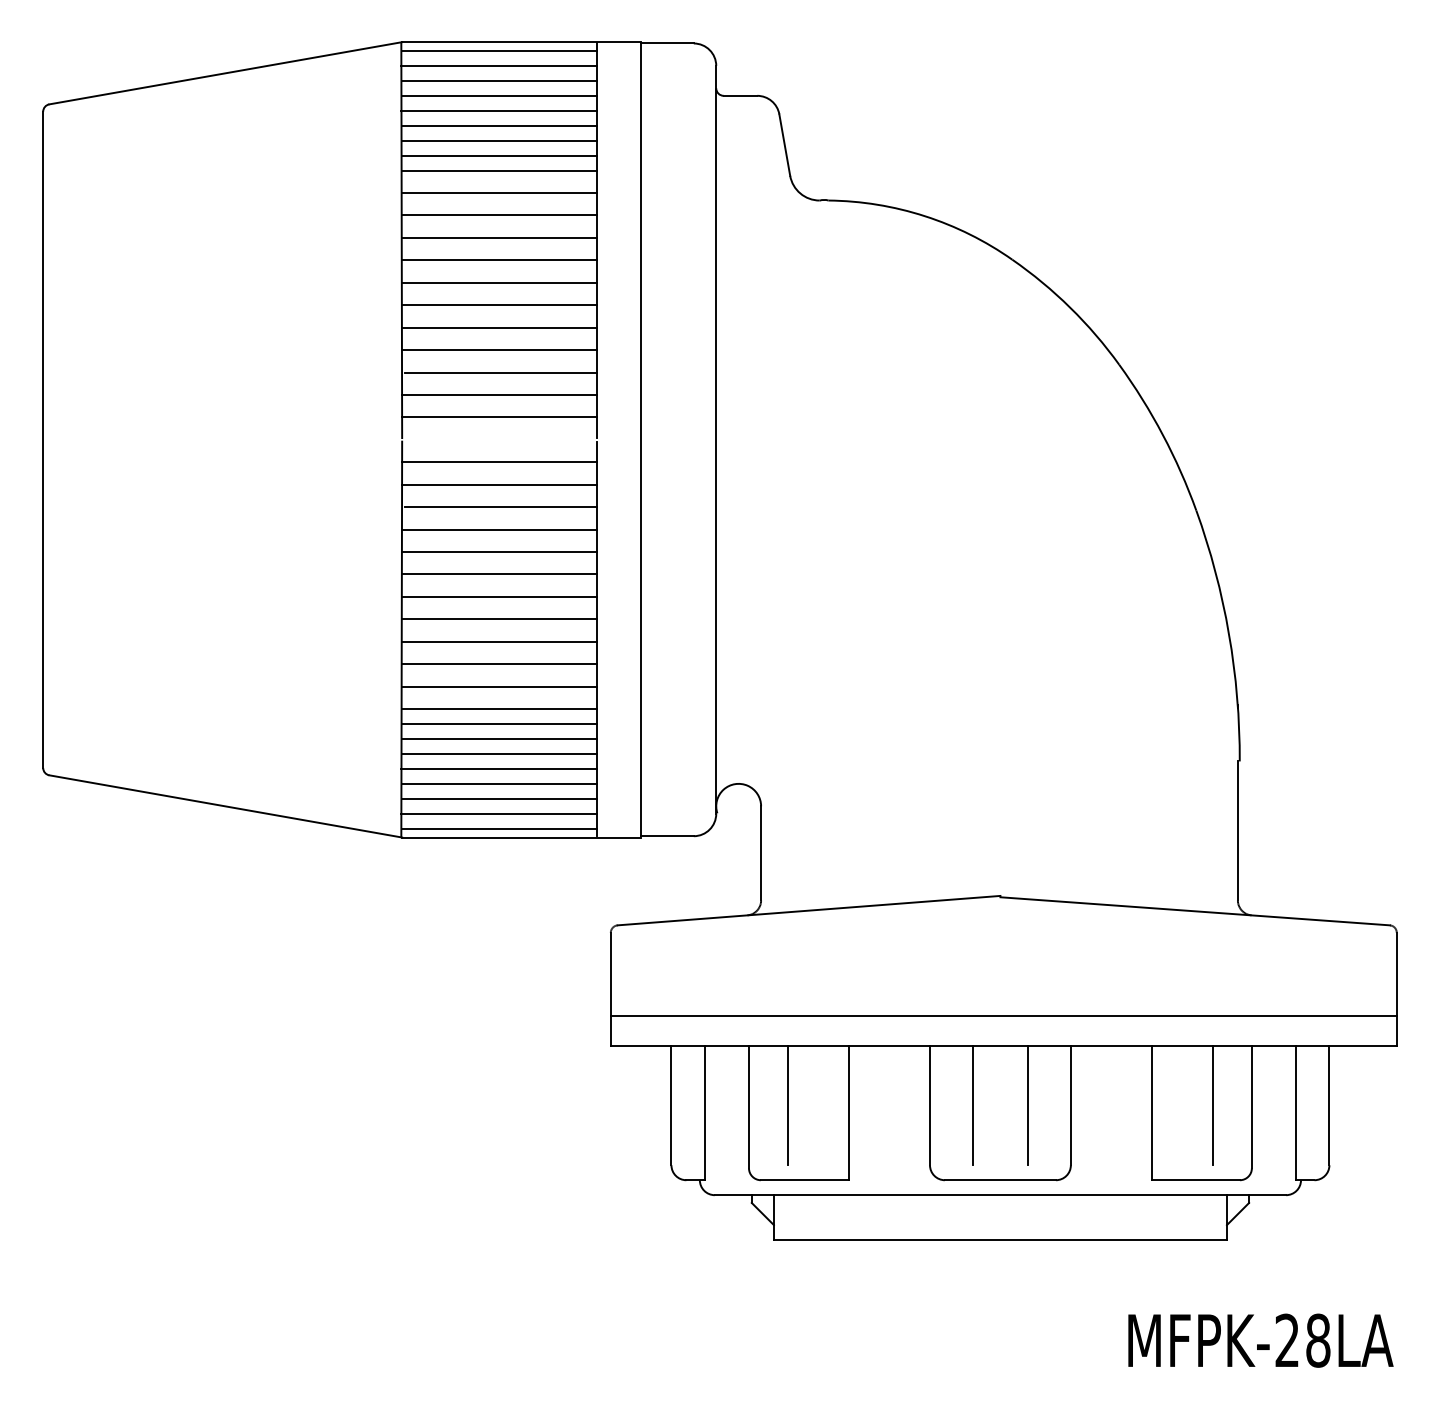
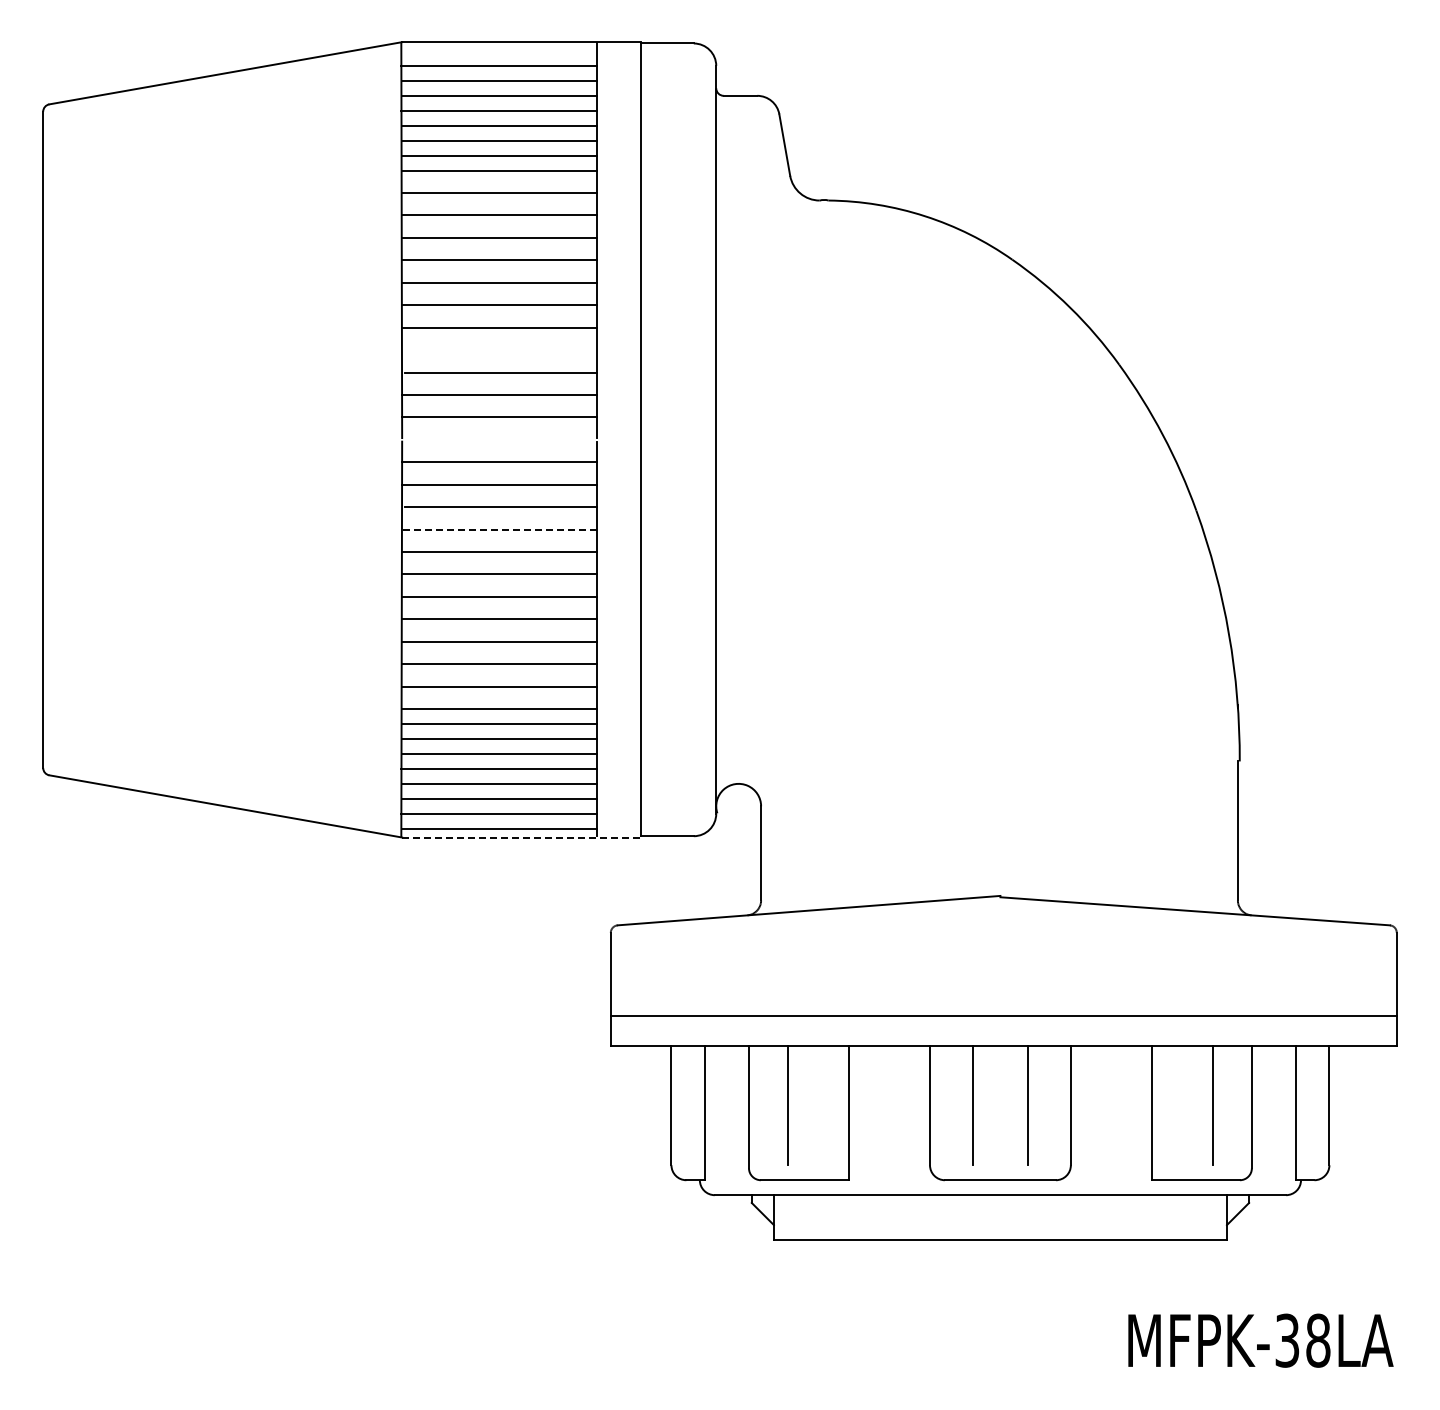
line at (499, 50): present -> none
line at (499, 350): present -> none
line at (498, 529): solid -> dashed
line at (521, 837): solid -> dashed
text at (1287, 1340): MFPK-28LA -> MFPK-38LA
